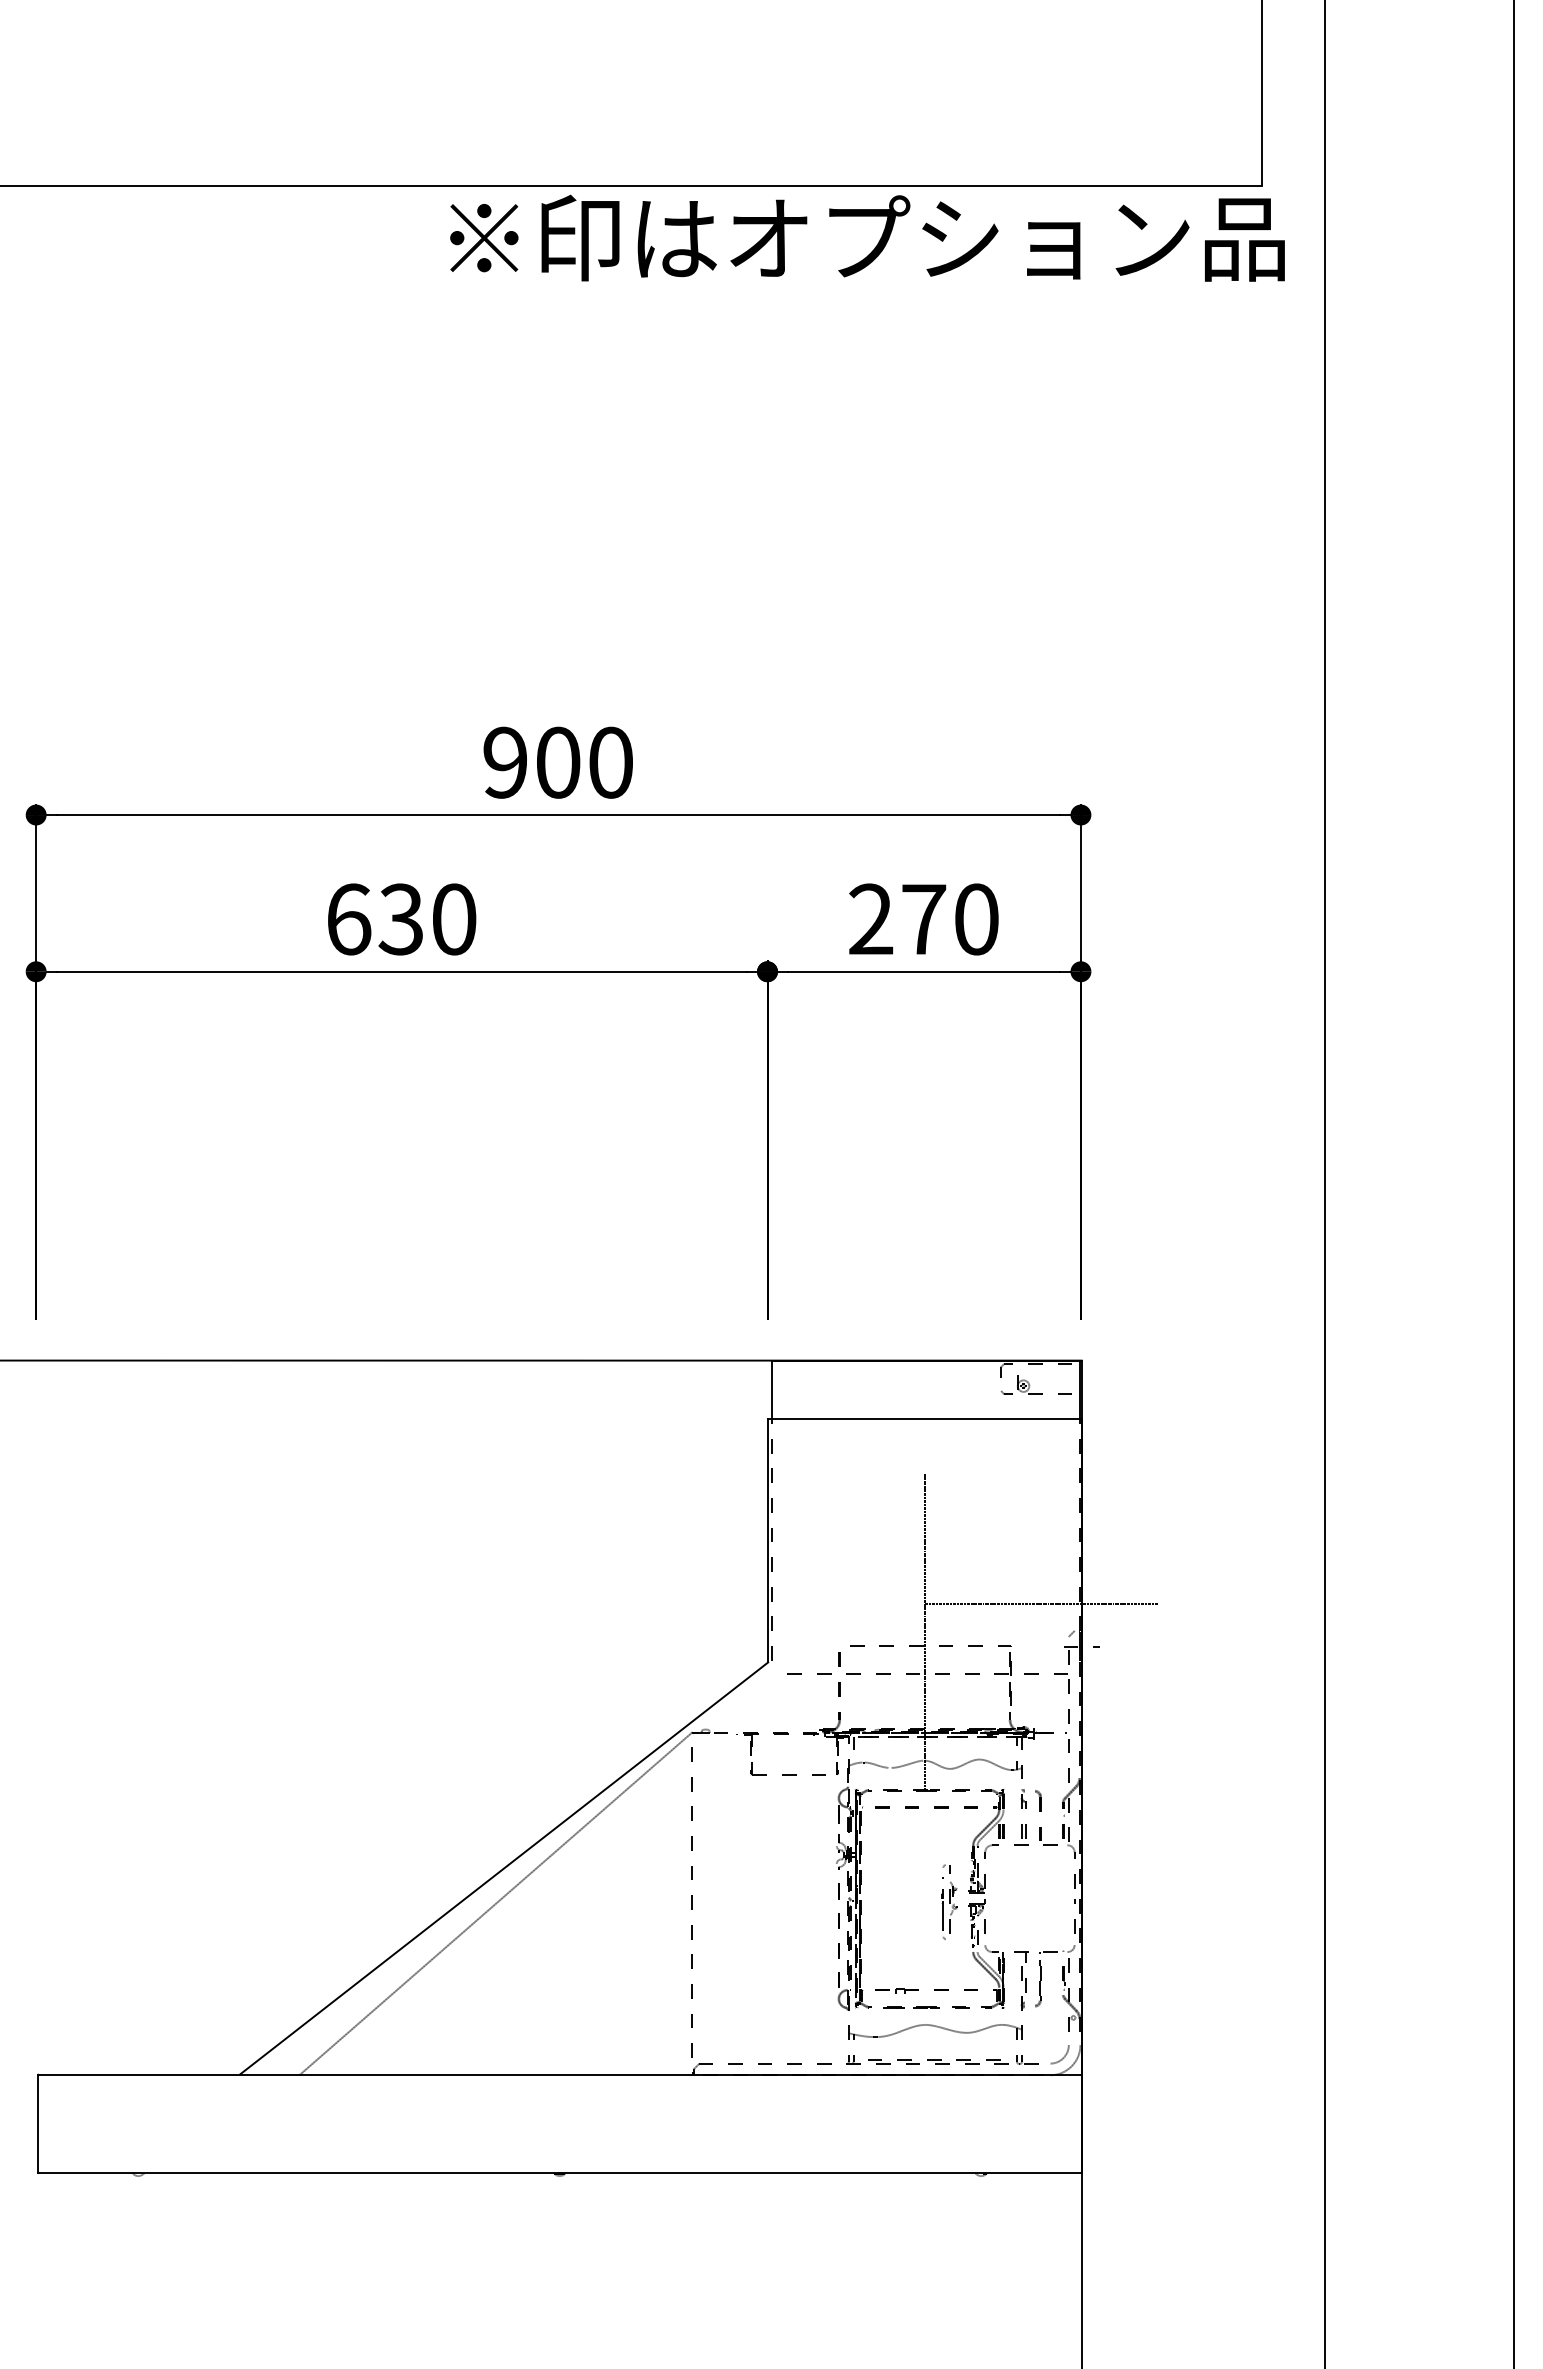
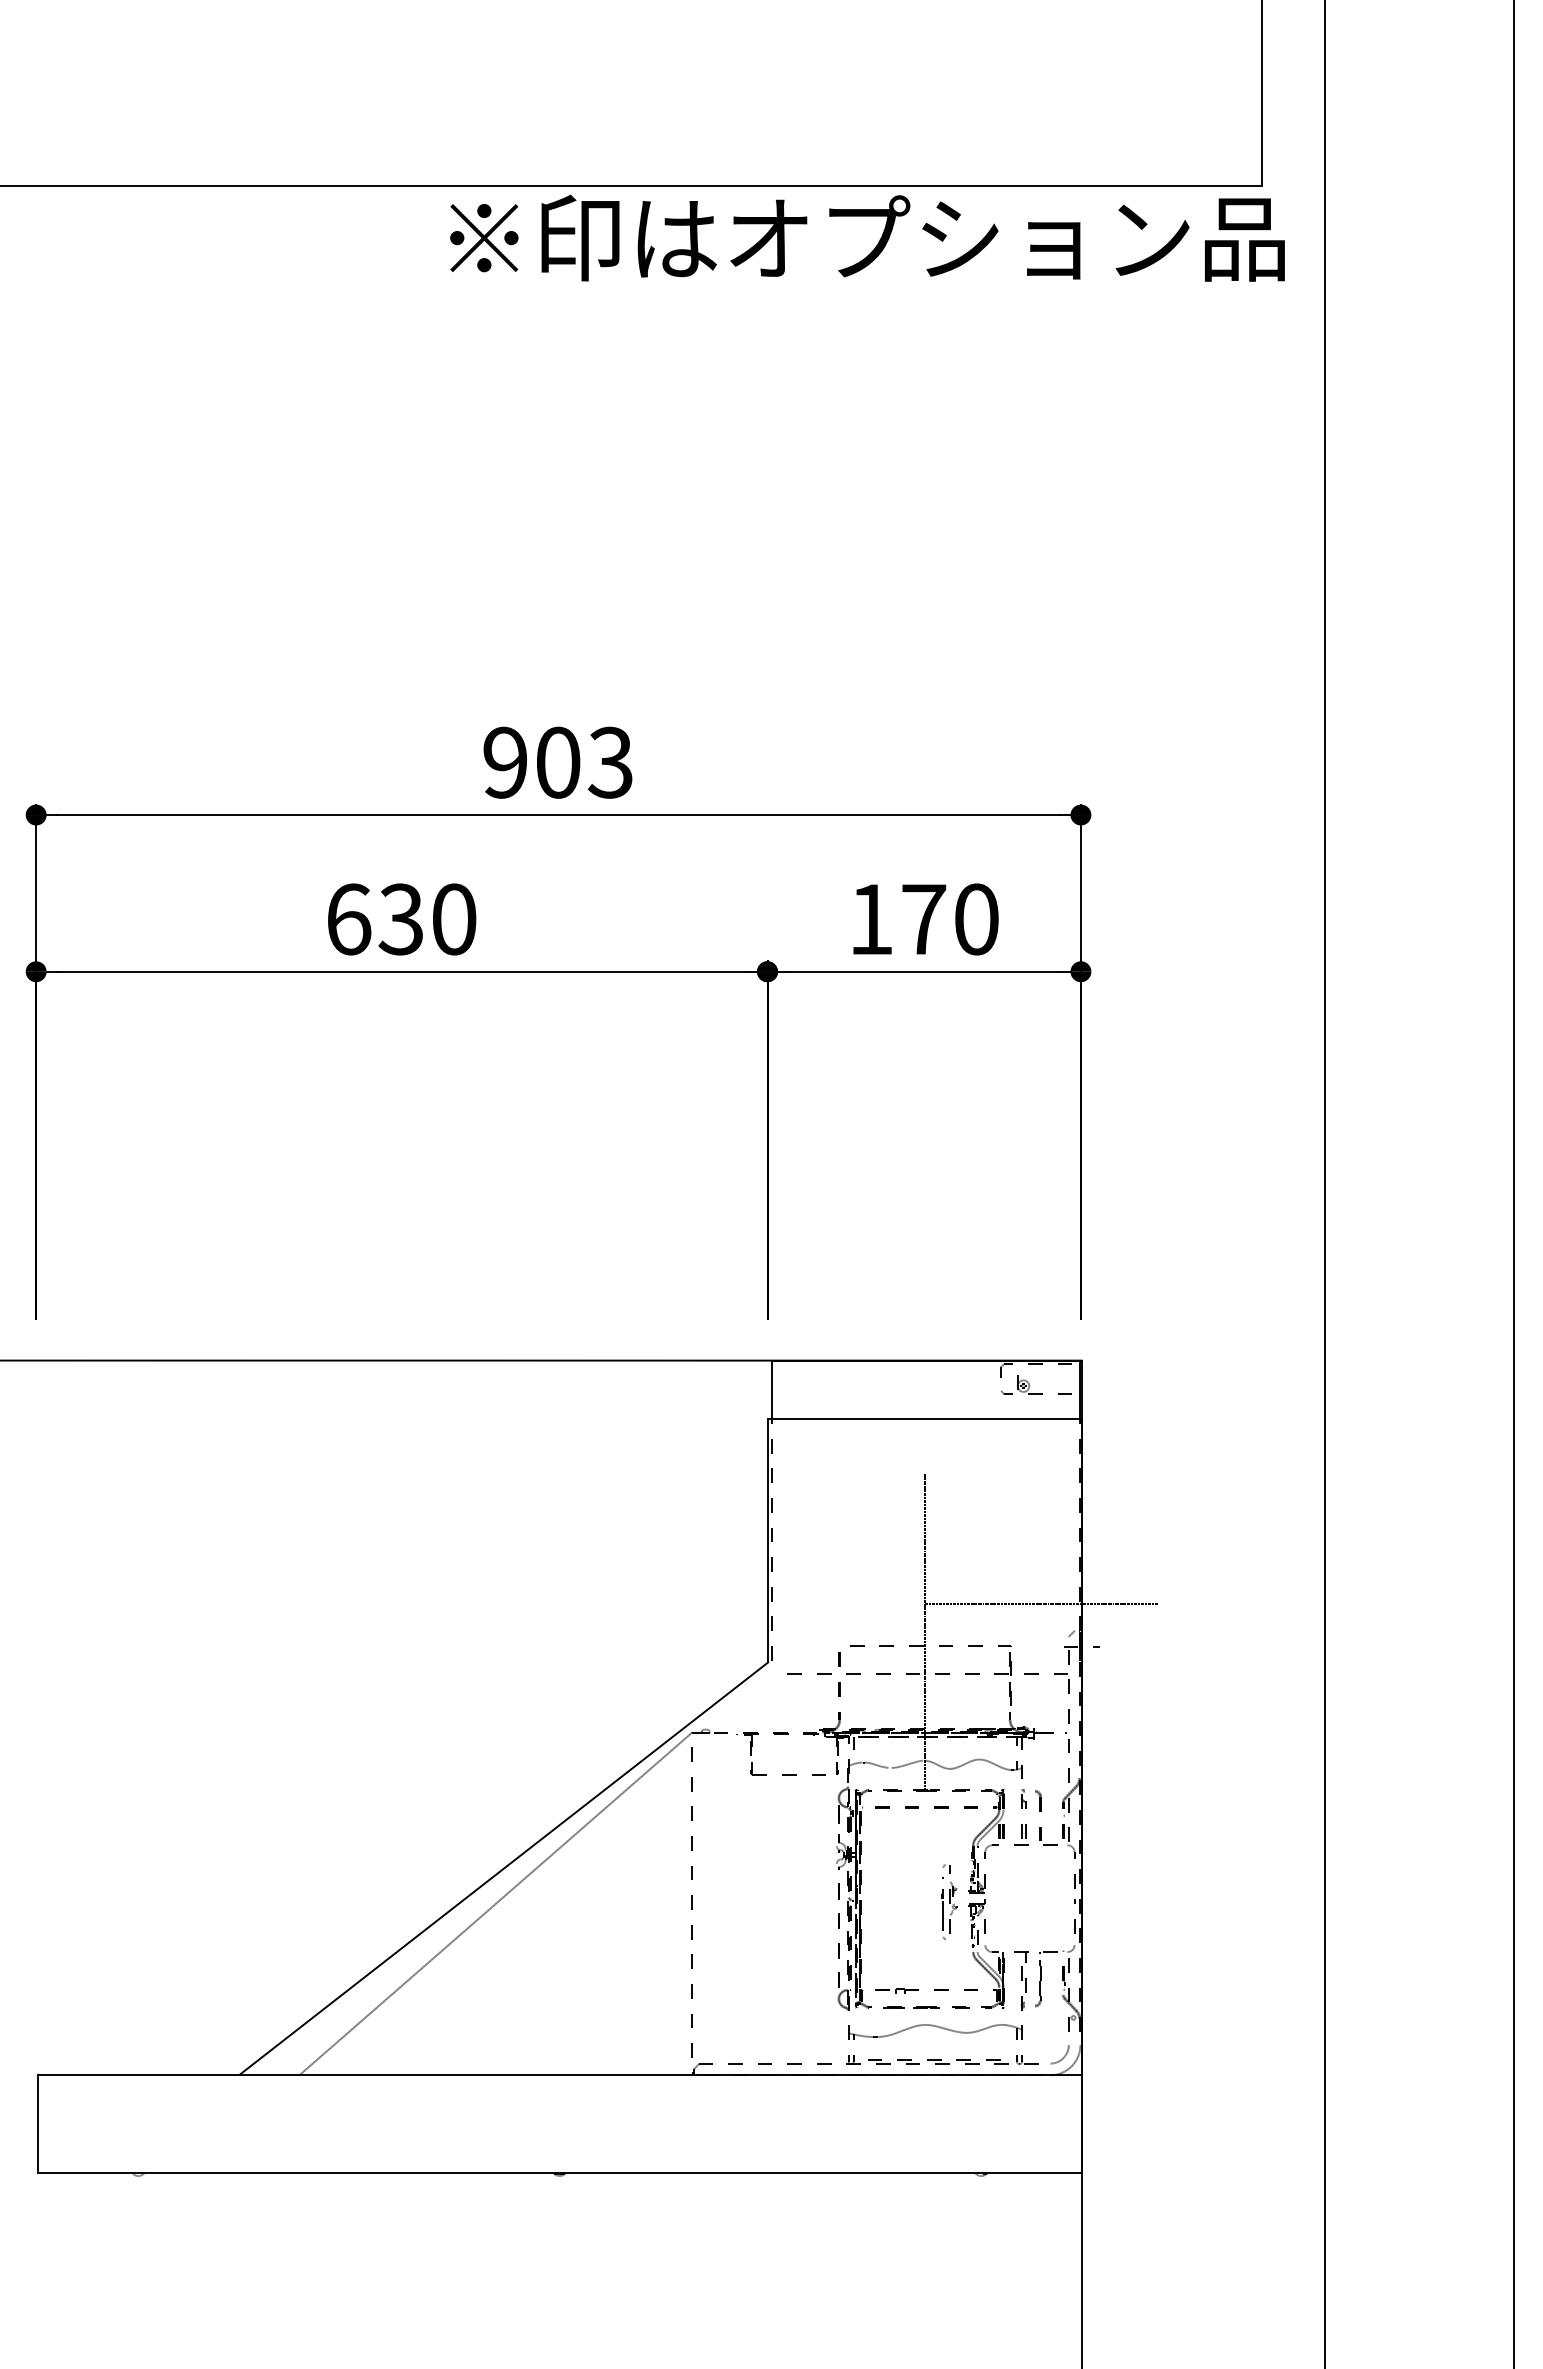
text at (609, 762): 900 -> 903
text at (871, 918): 270 -> 170
